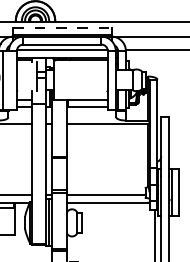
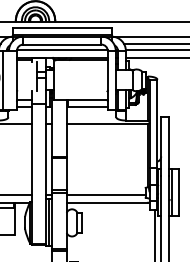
line at (62, 27): dashed -> solid
line at (154, 43): none -> present
line at (155, 57): none -> present
